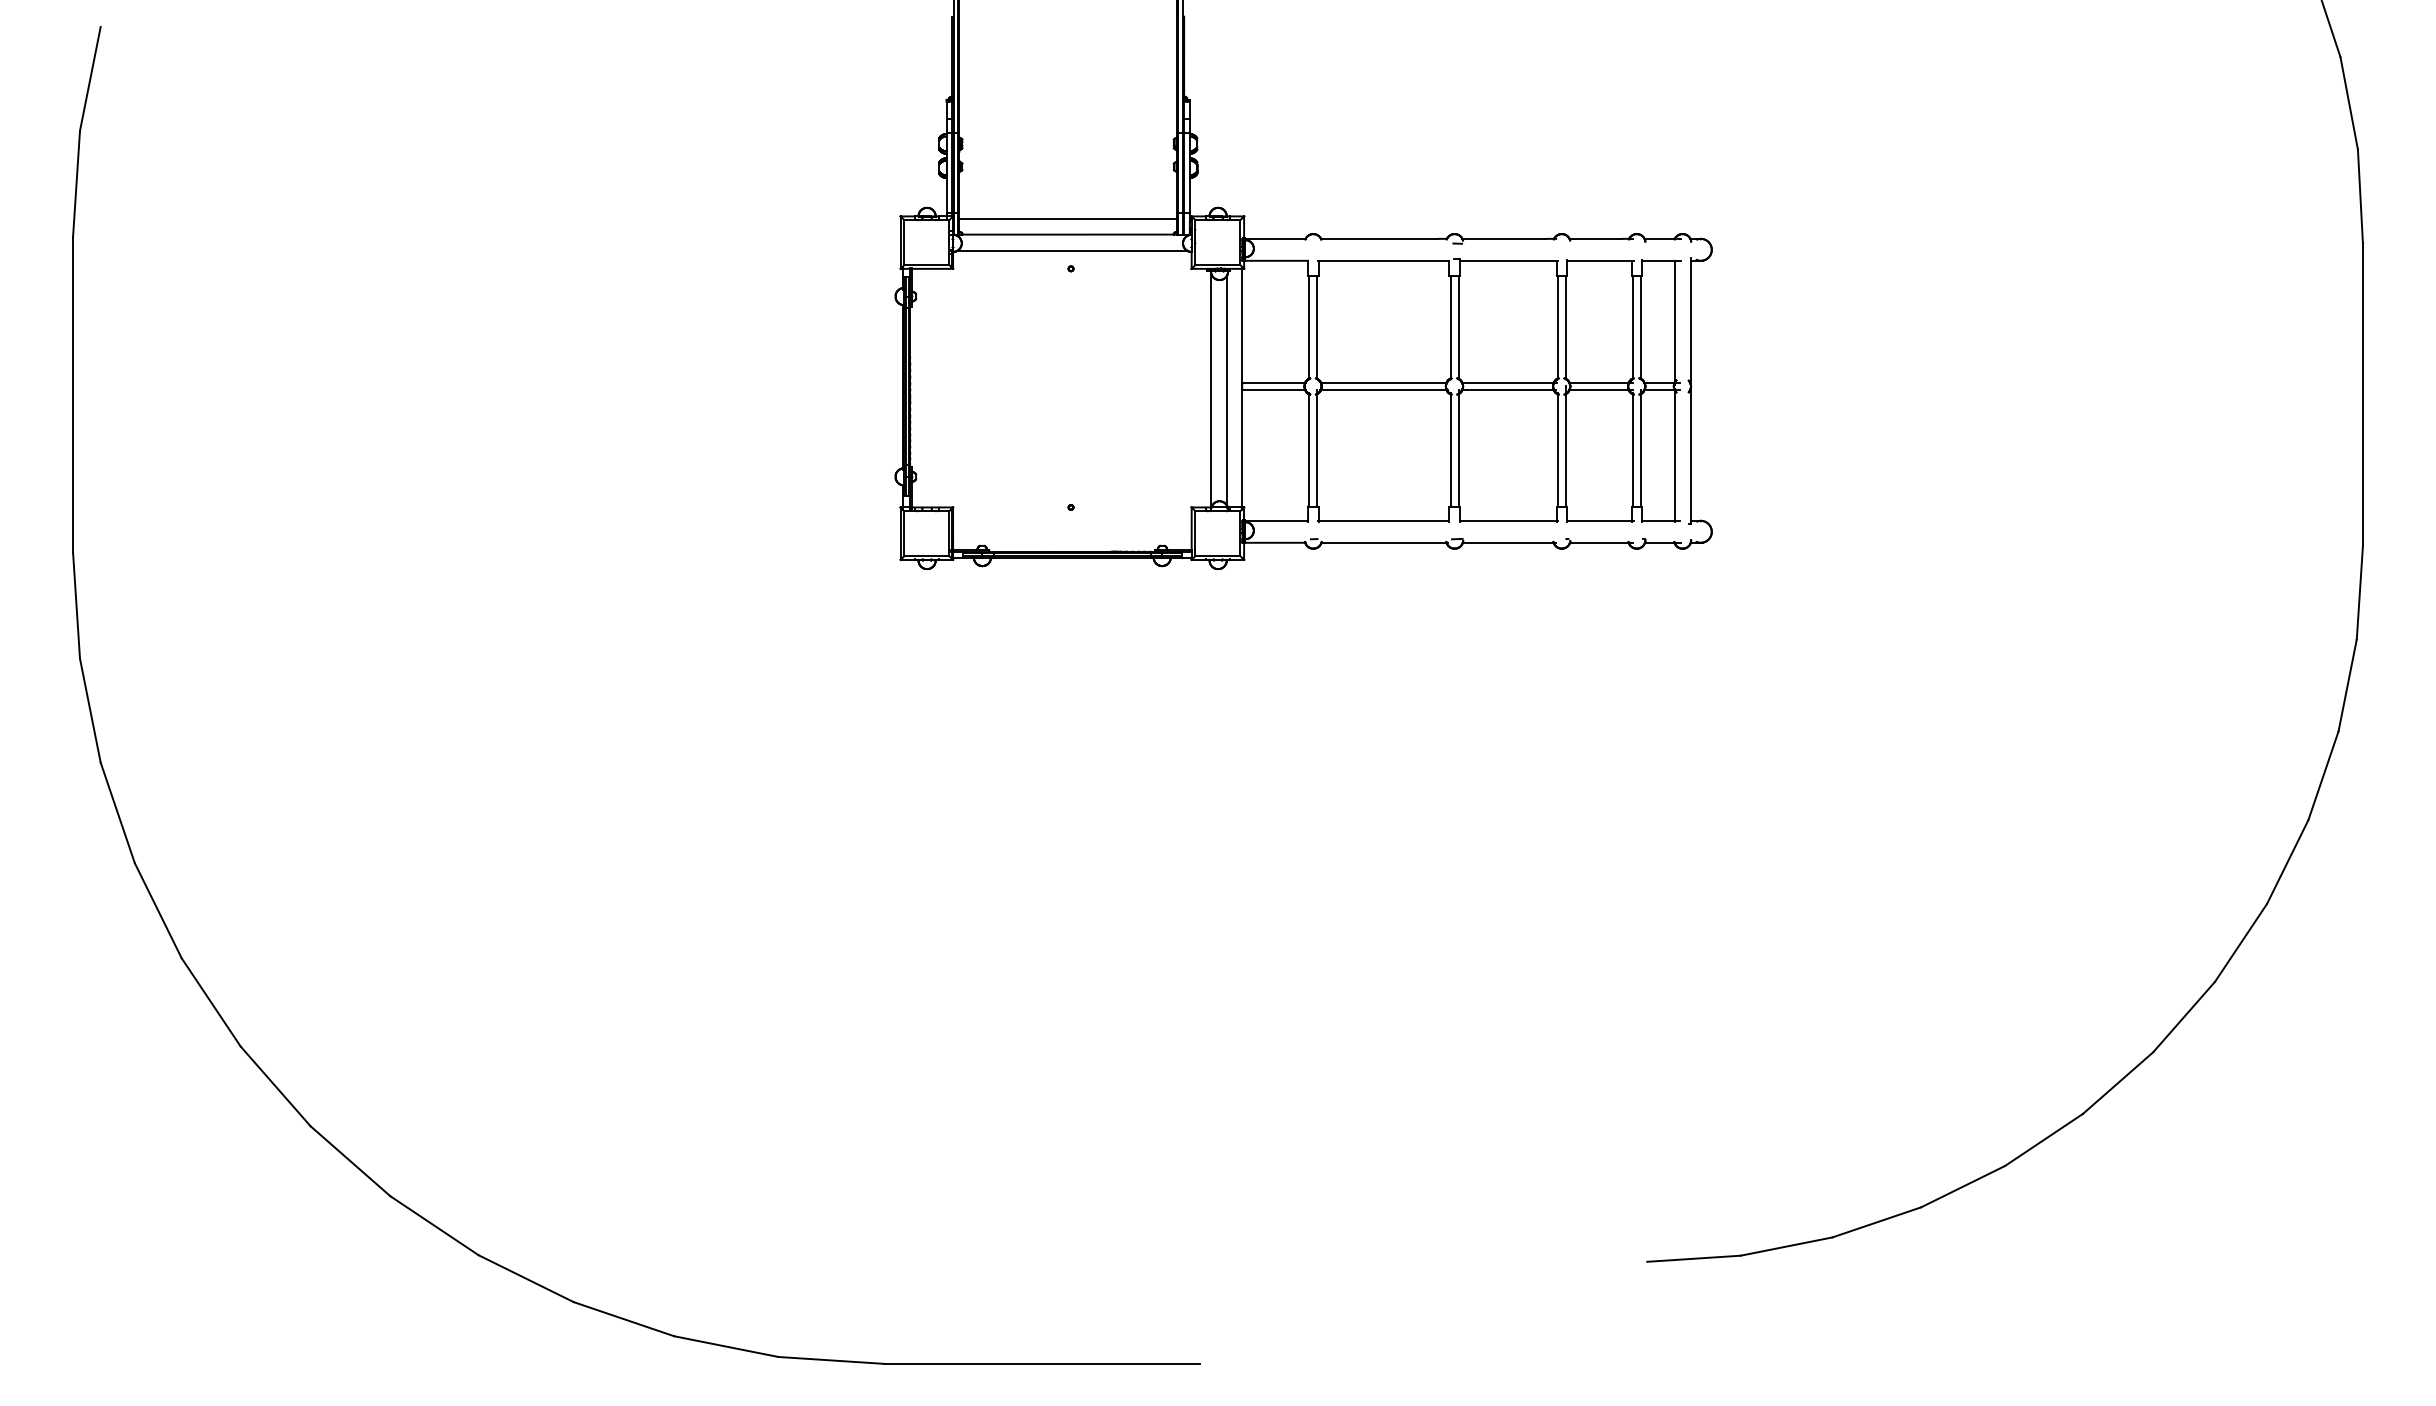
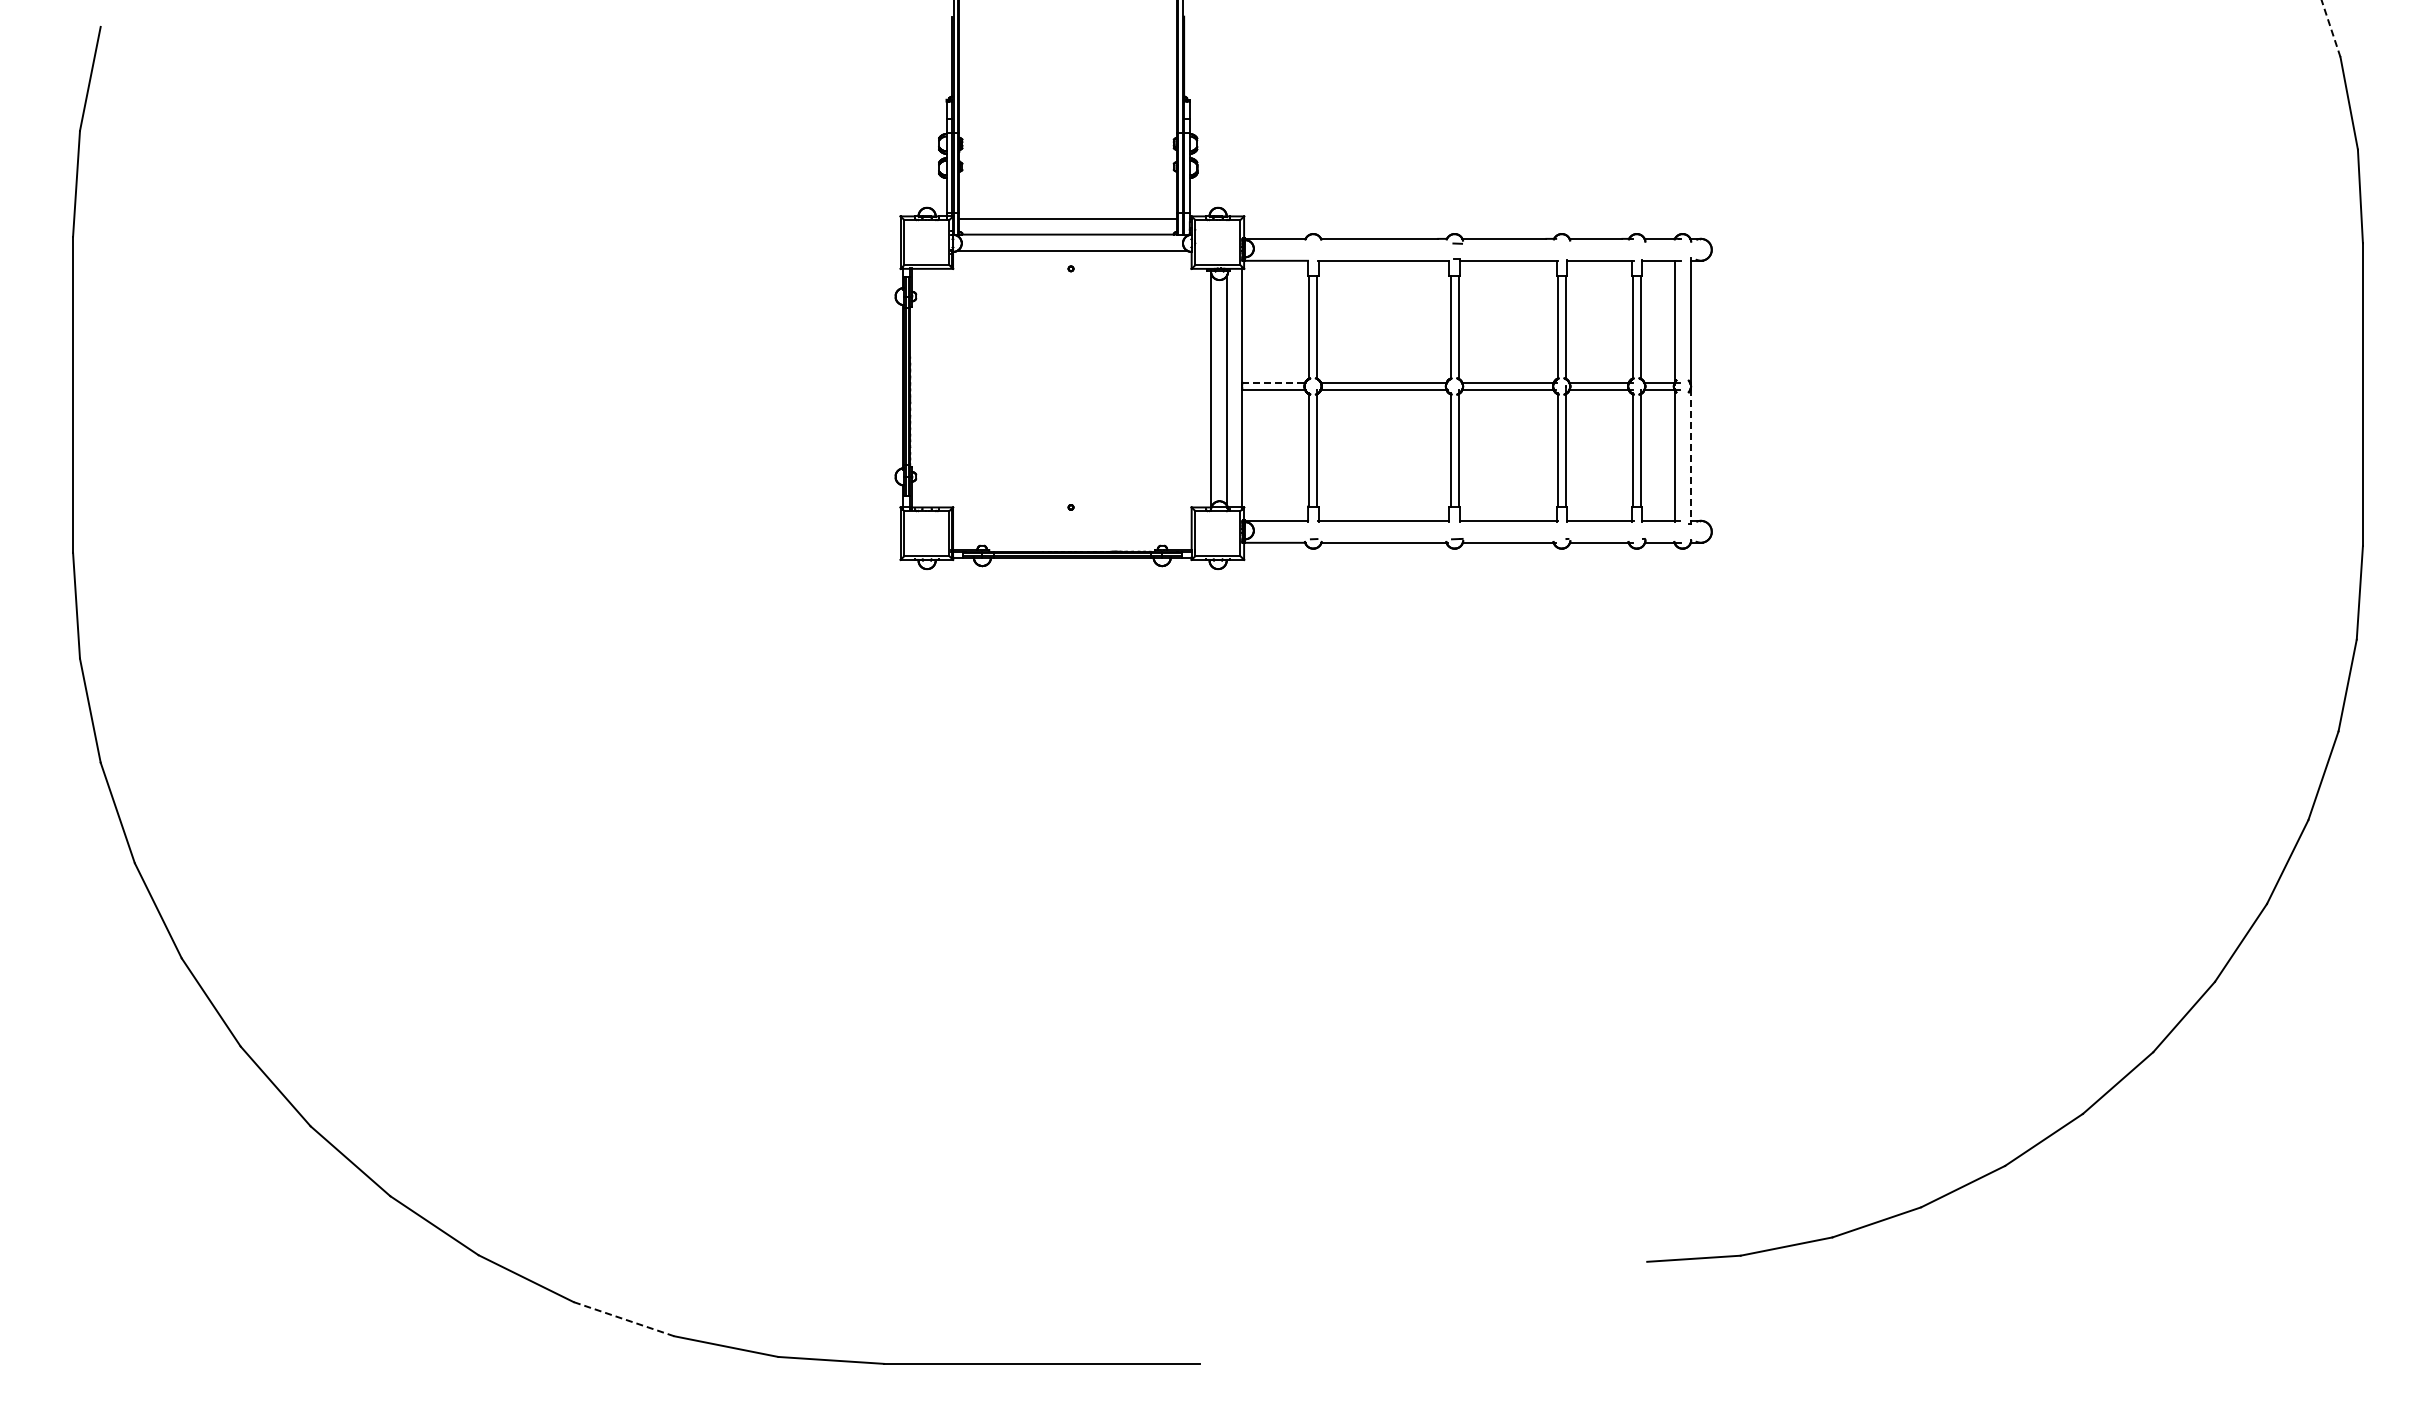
line at (2331, 28): solid -> dashed
line at (1273, 382): solid -> dashed
line at (1690, 455): solid -> dashed
line at (623, 1319): solid -> dashed
